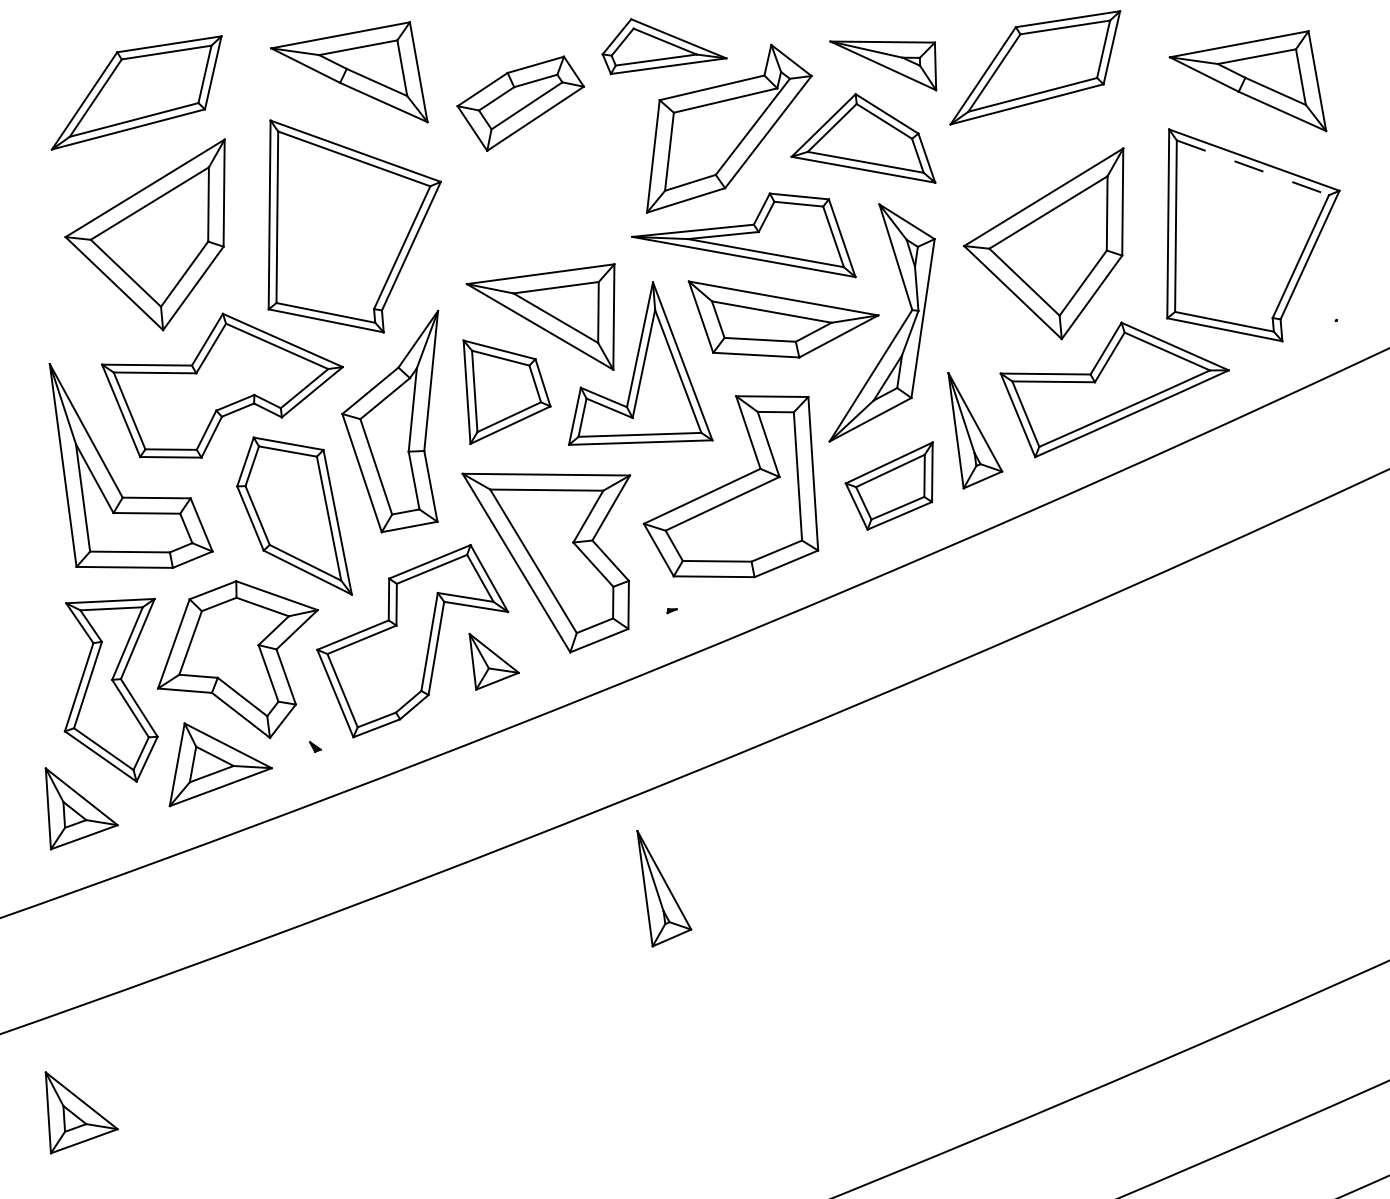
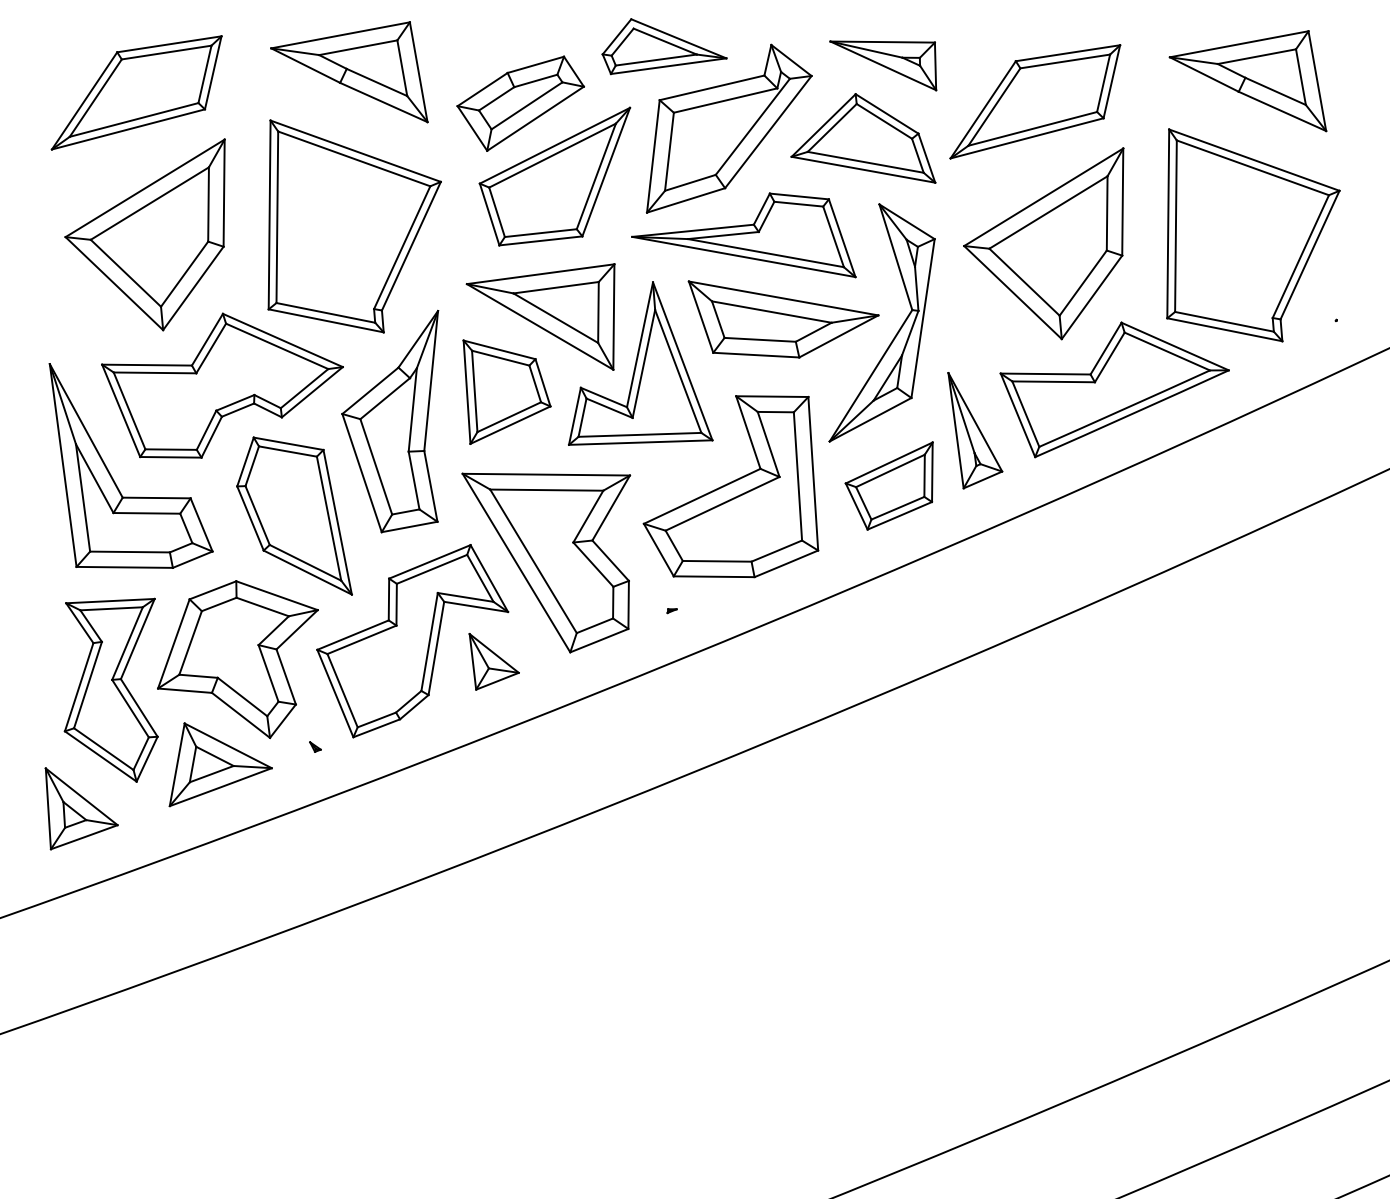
part at (1035, 67) position: (1035, 67) -> (1035, 101)
line at (1252, 167): dashed -> solid
part at (554, 176): none -> present
part at (664, 888): present -> none
part at (81, 1112): present -> none
